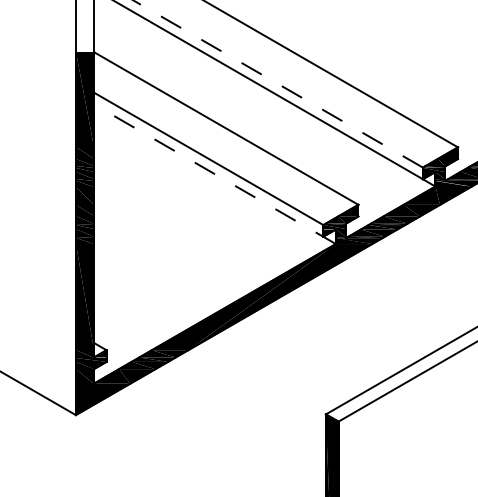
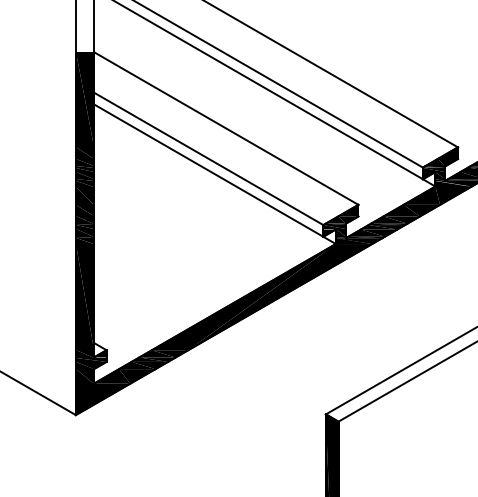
line at (277, 83): dashed -> solid
line at (214, 174): dashed -> solid
